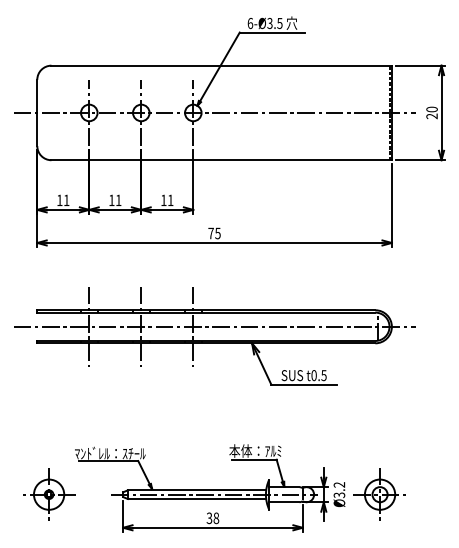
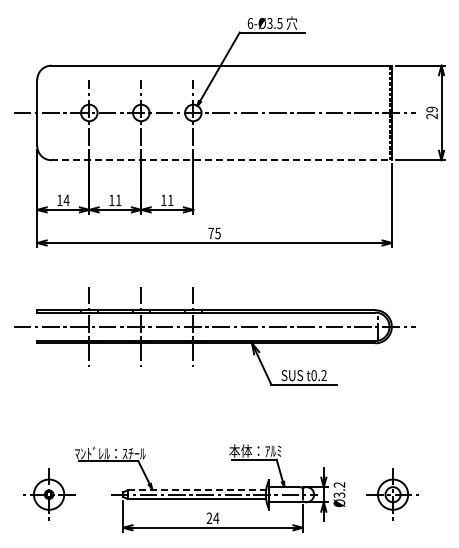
text at (431, 109): 20 -> 29
line at (222, 160): solid -> dashed
text at (66, 200): 11 -> 14
text at (323, 375): t0.5 -> t0.2
line at (197, 490): solid -> dashed
part at (379, 494) position: (379, 494) -> (392, 494)
text at (212, 518): 38 -> 24
